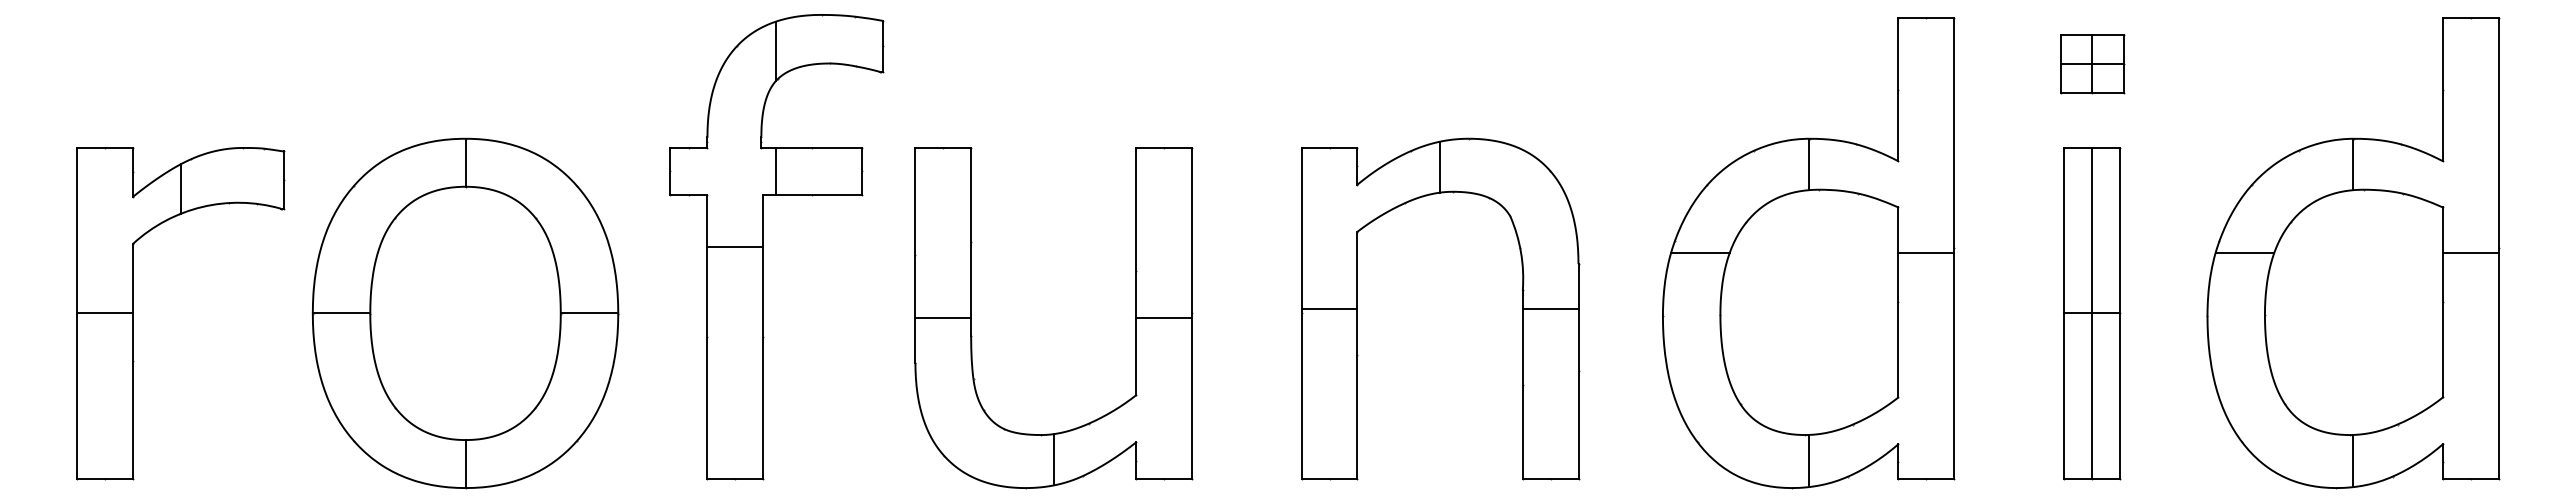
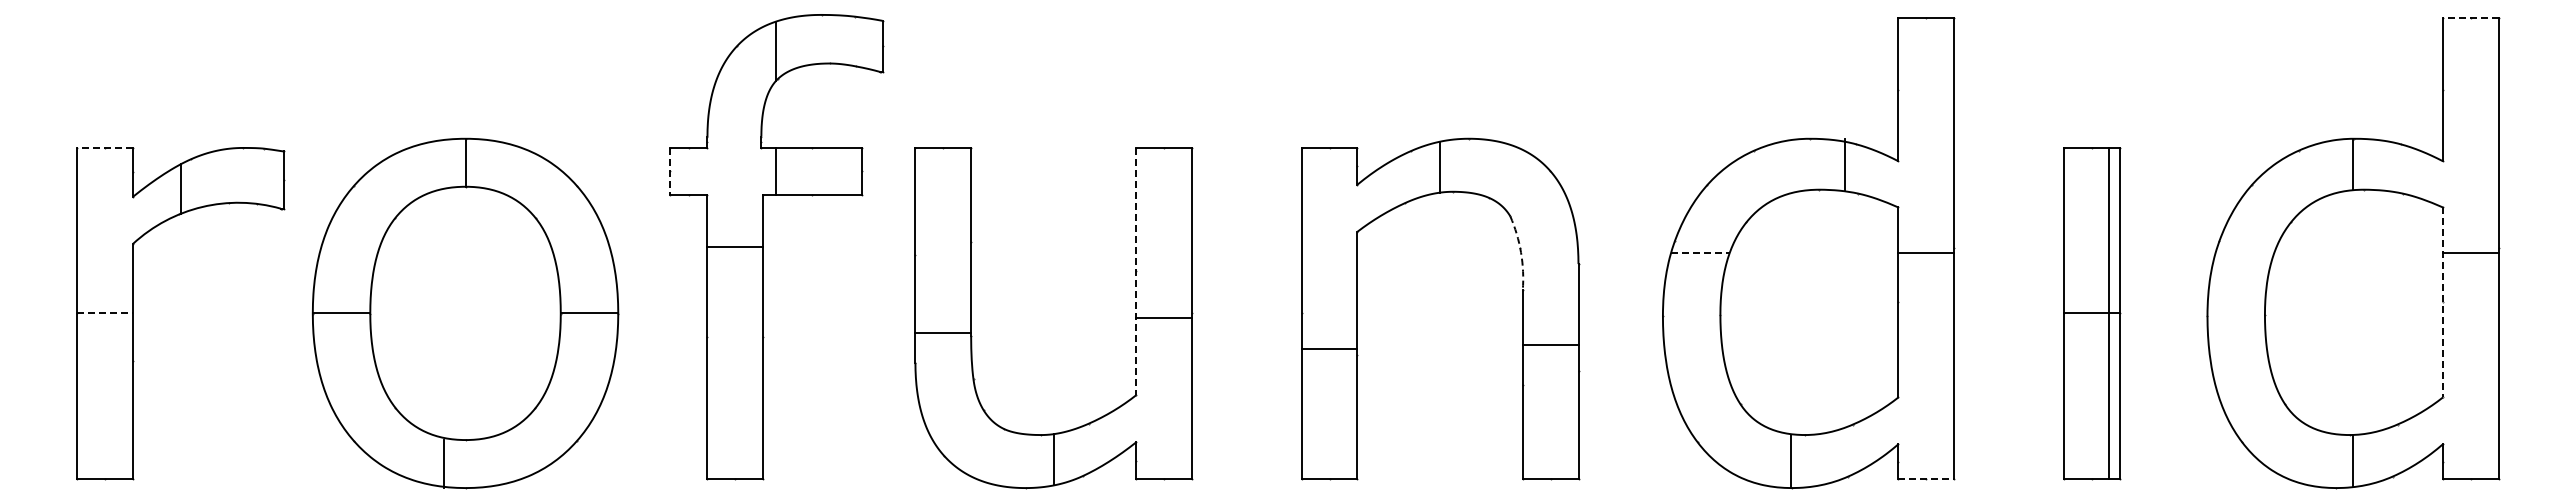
line at (2470, 17): solid -> dashed
part at (2092, 64): present -> none
line at (105, 147): solid -> dashed
line at (1808, 164) position: (1808, 164) -> (1844, 164)
line at (669, 171): solid -> dashed
arc at (1521, 252): solid -> dashed
line at (1700, 252): solid -> dashed
line at (2244, 252): present -> none
line at (1136, 271): solid -> dashed
line at (2443, 302): solid -> dashed
line at (1329, 308) position: (1329, 308) -> (1329, 348)
line at (1550, 308) position: (1550, 308) -> (1550, 344)
line at (2092, 312) position: (2092, 312) -> (2109, 312)
line at (105, 313): solid -> dashed
line at (943, 318) position: (943, 318) -> (943, 333)
line at (1808, 460) position: (1808, 460) -> (1790, 460)
line at (465, 464) position: (465, 464) -> (443, 464)
line at (1926, 478): solid -> dashed
